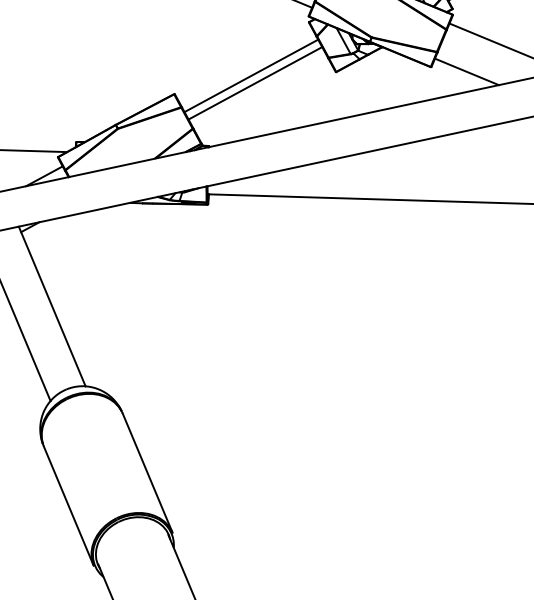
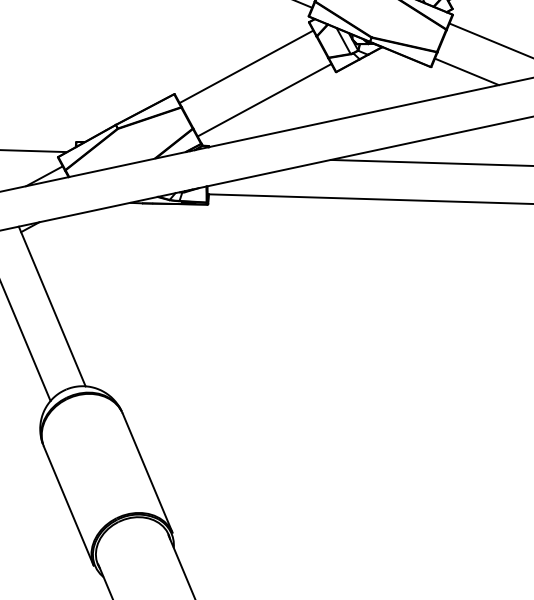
line at (251, 75) position: (251, 75) -> (246, 66)
line at (255, 83) position: (255, 83) -> (264, 100)
line at (430, 162): none -> present
